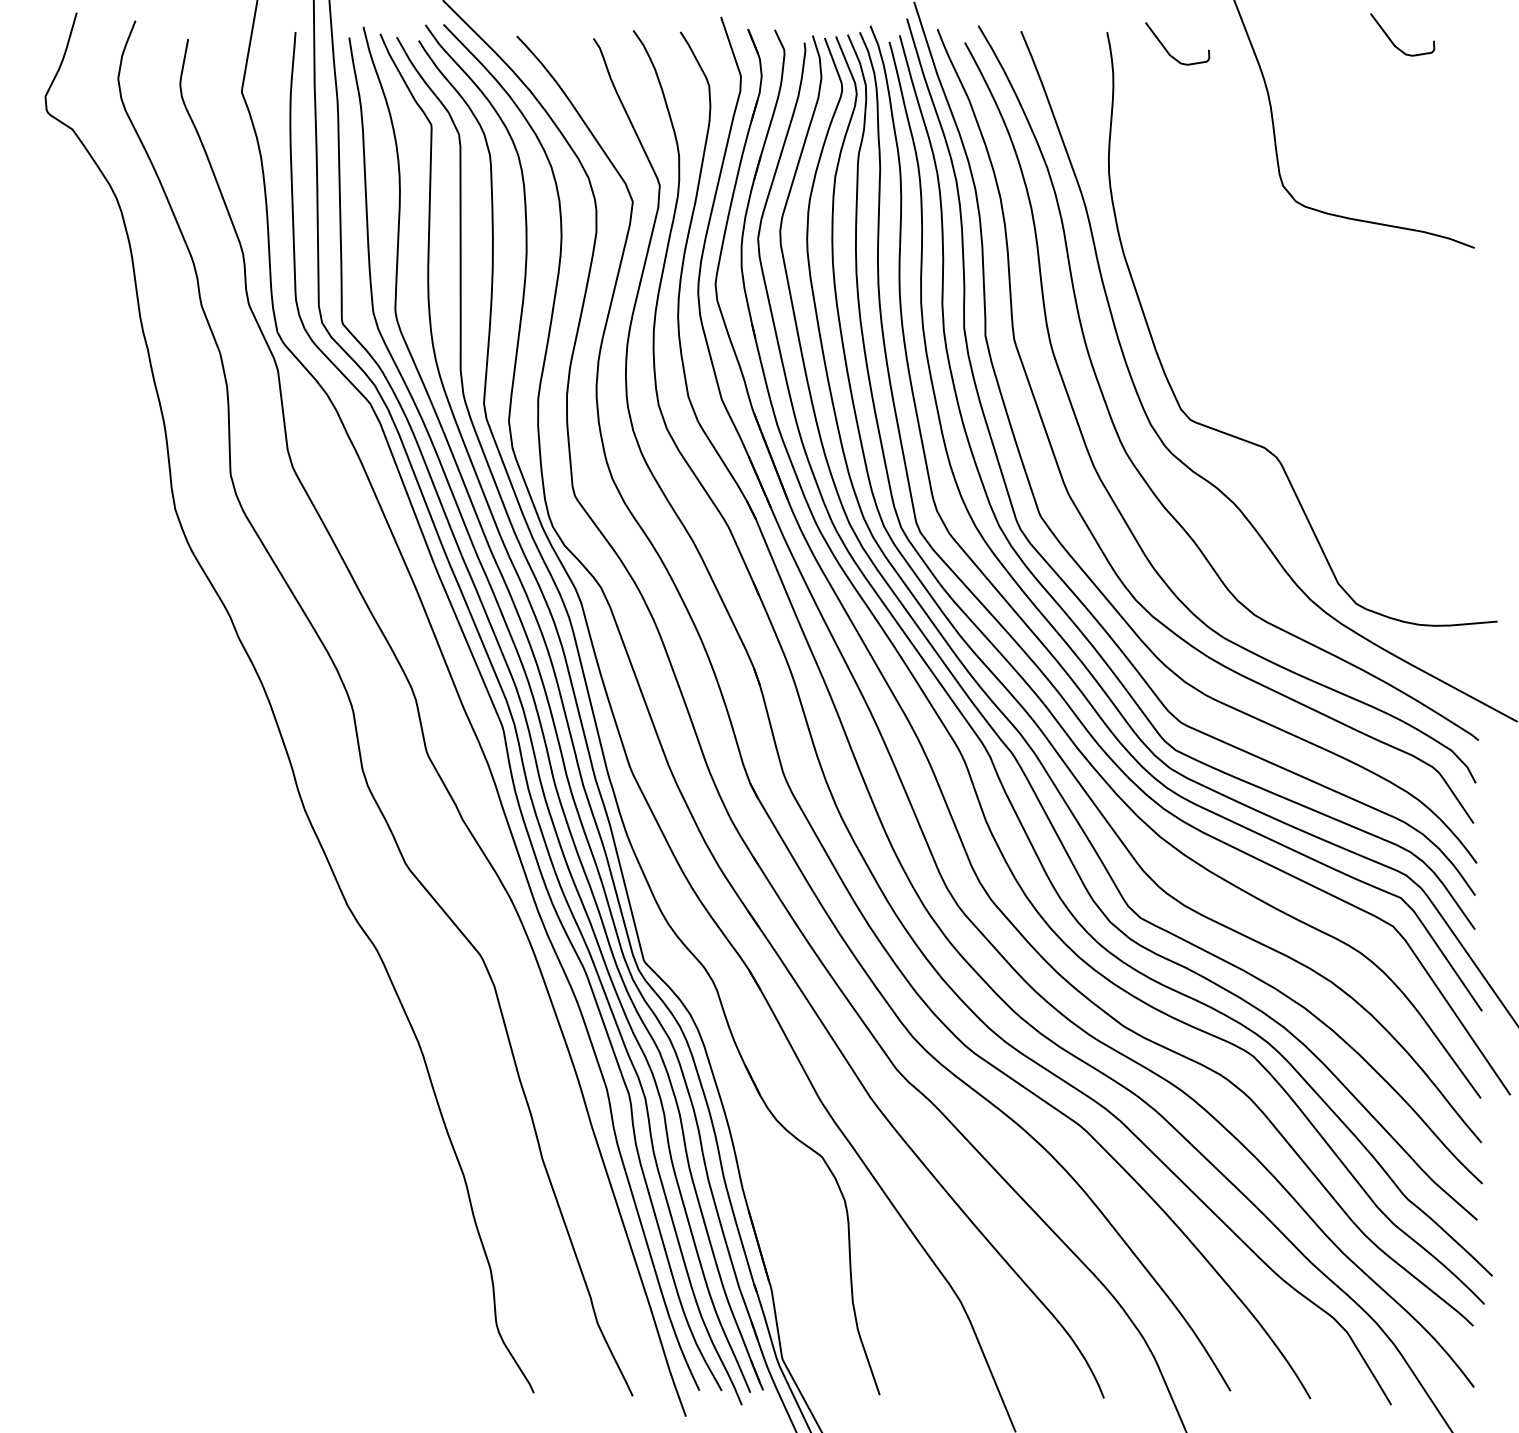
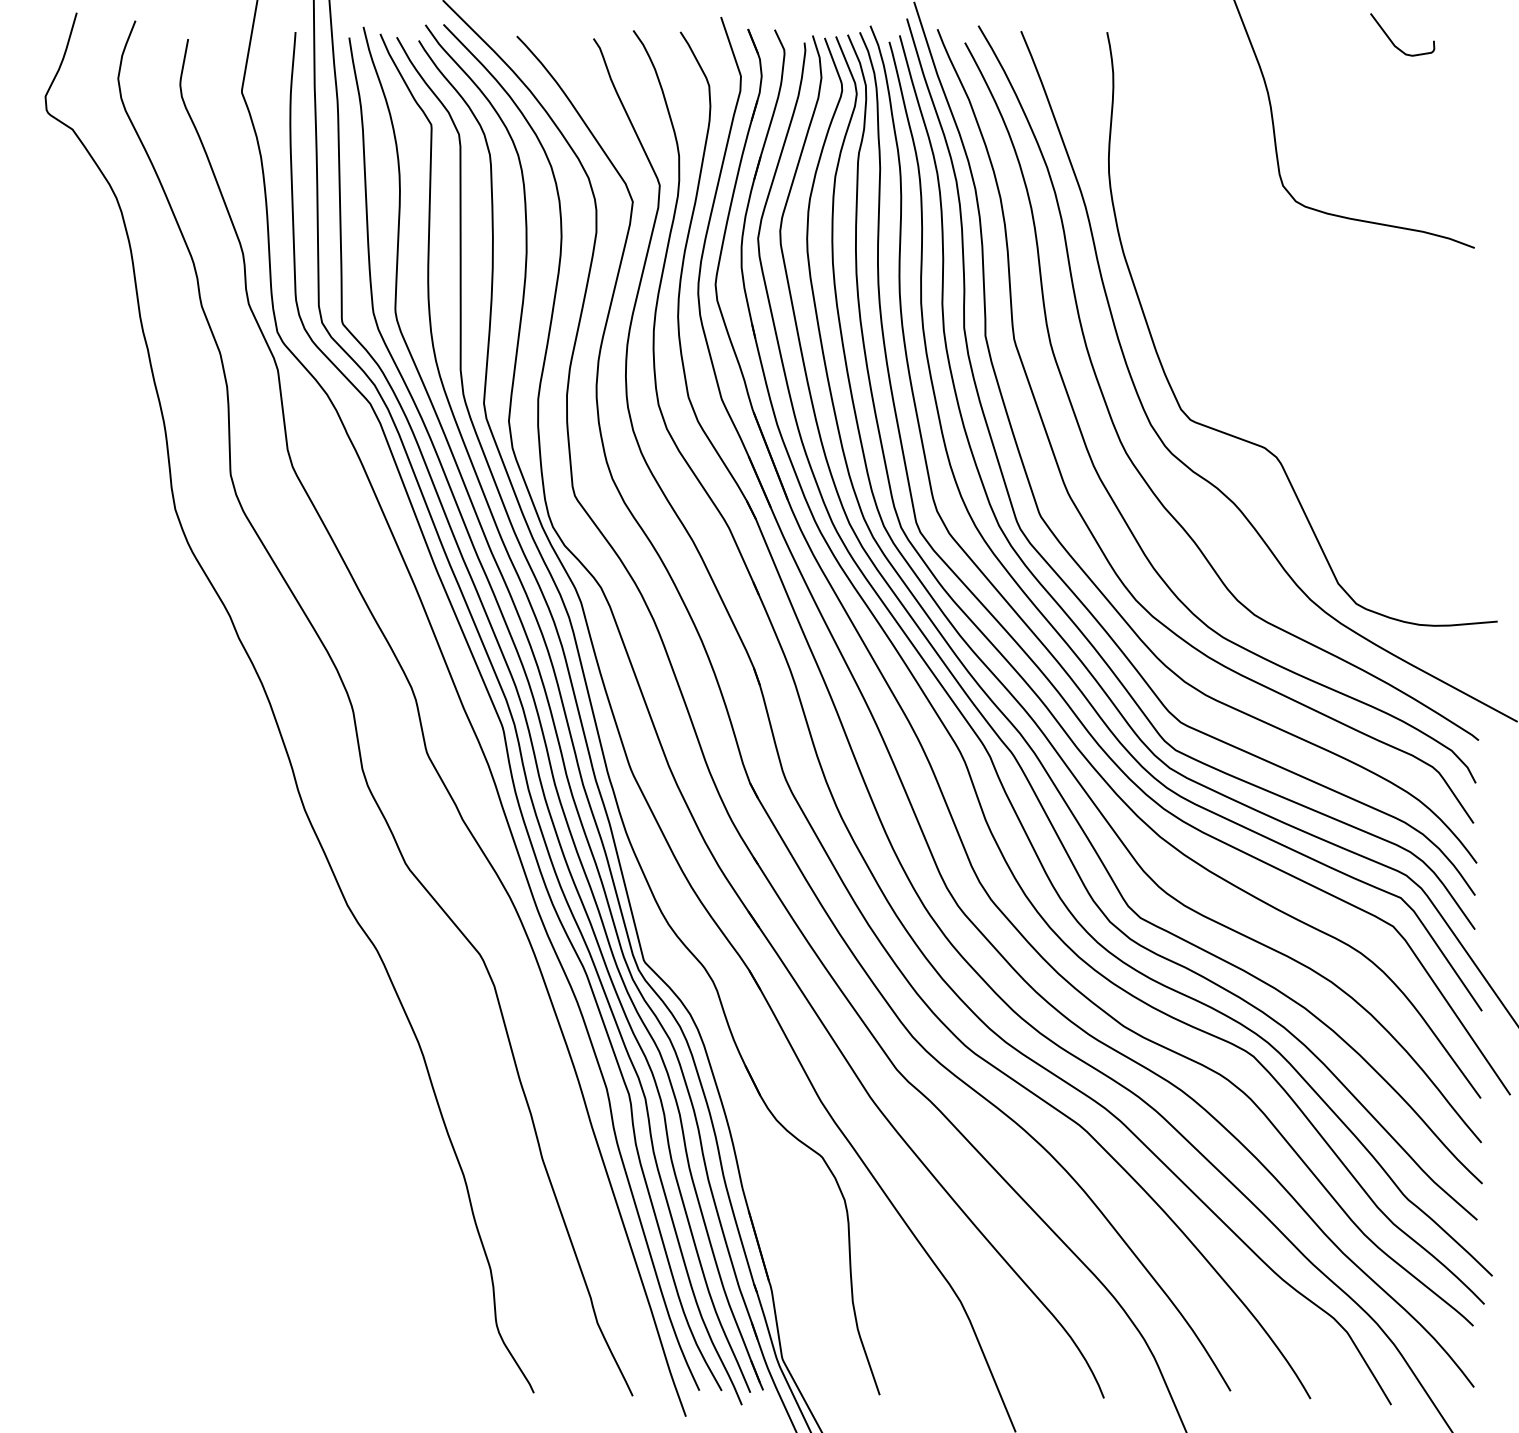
curve at (1168, 51): present -> none
